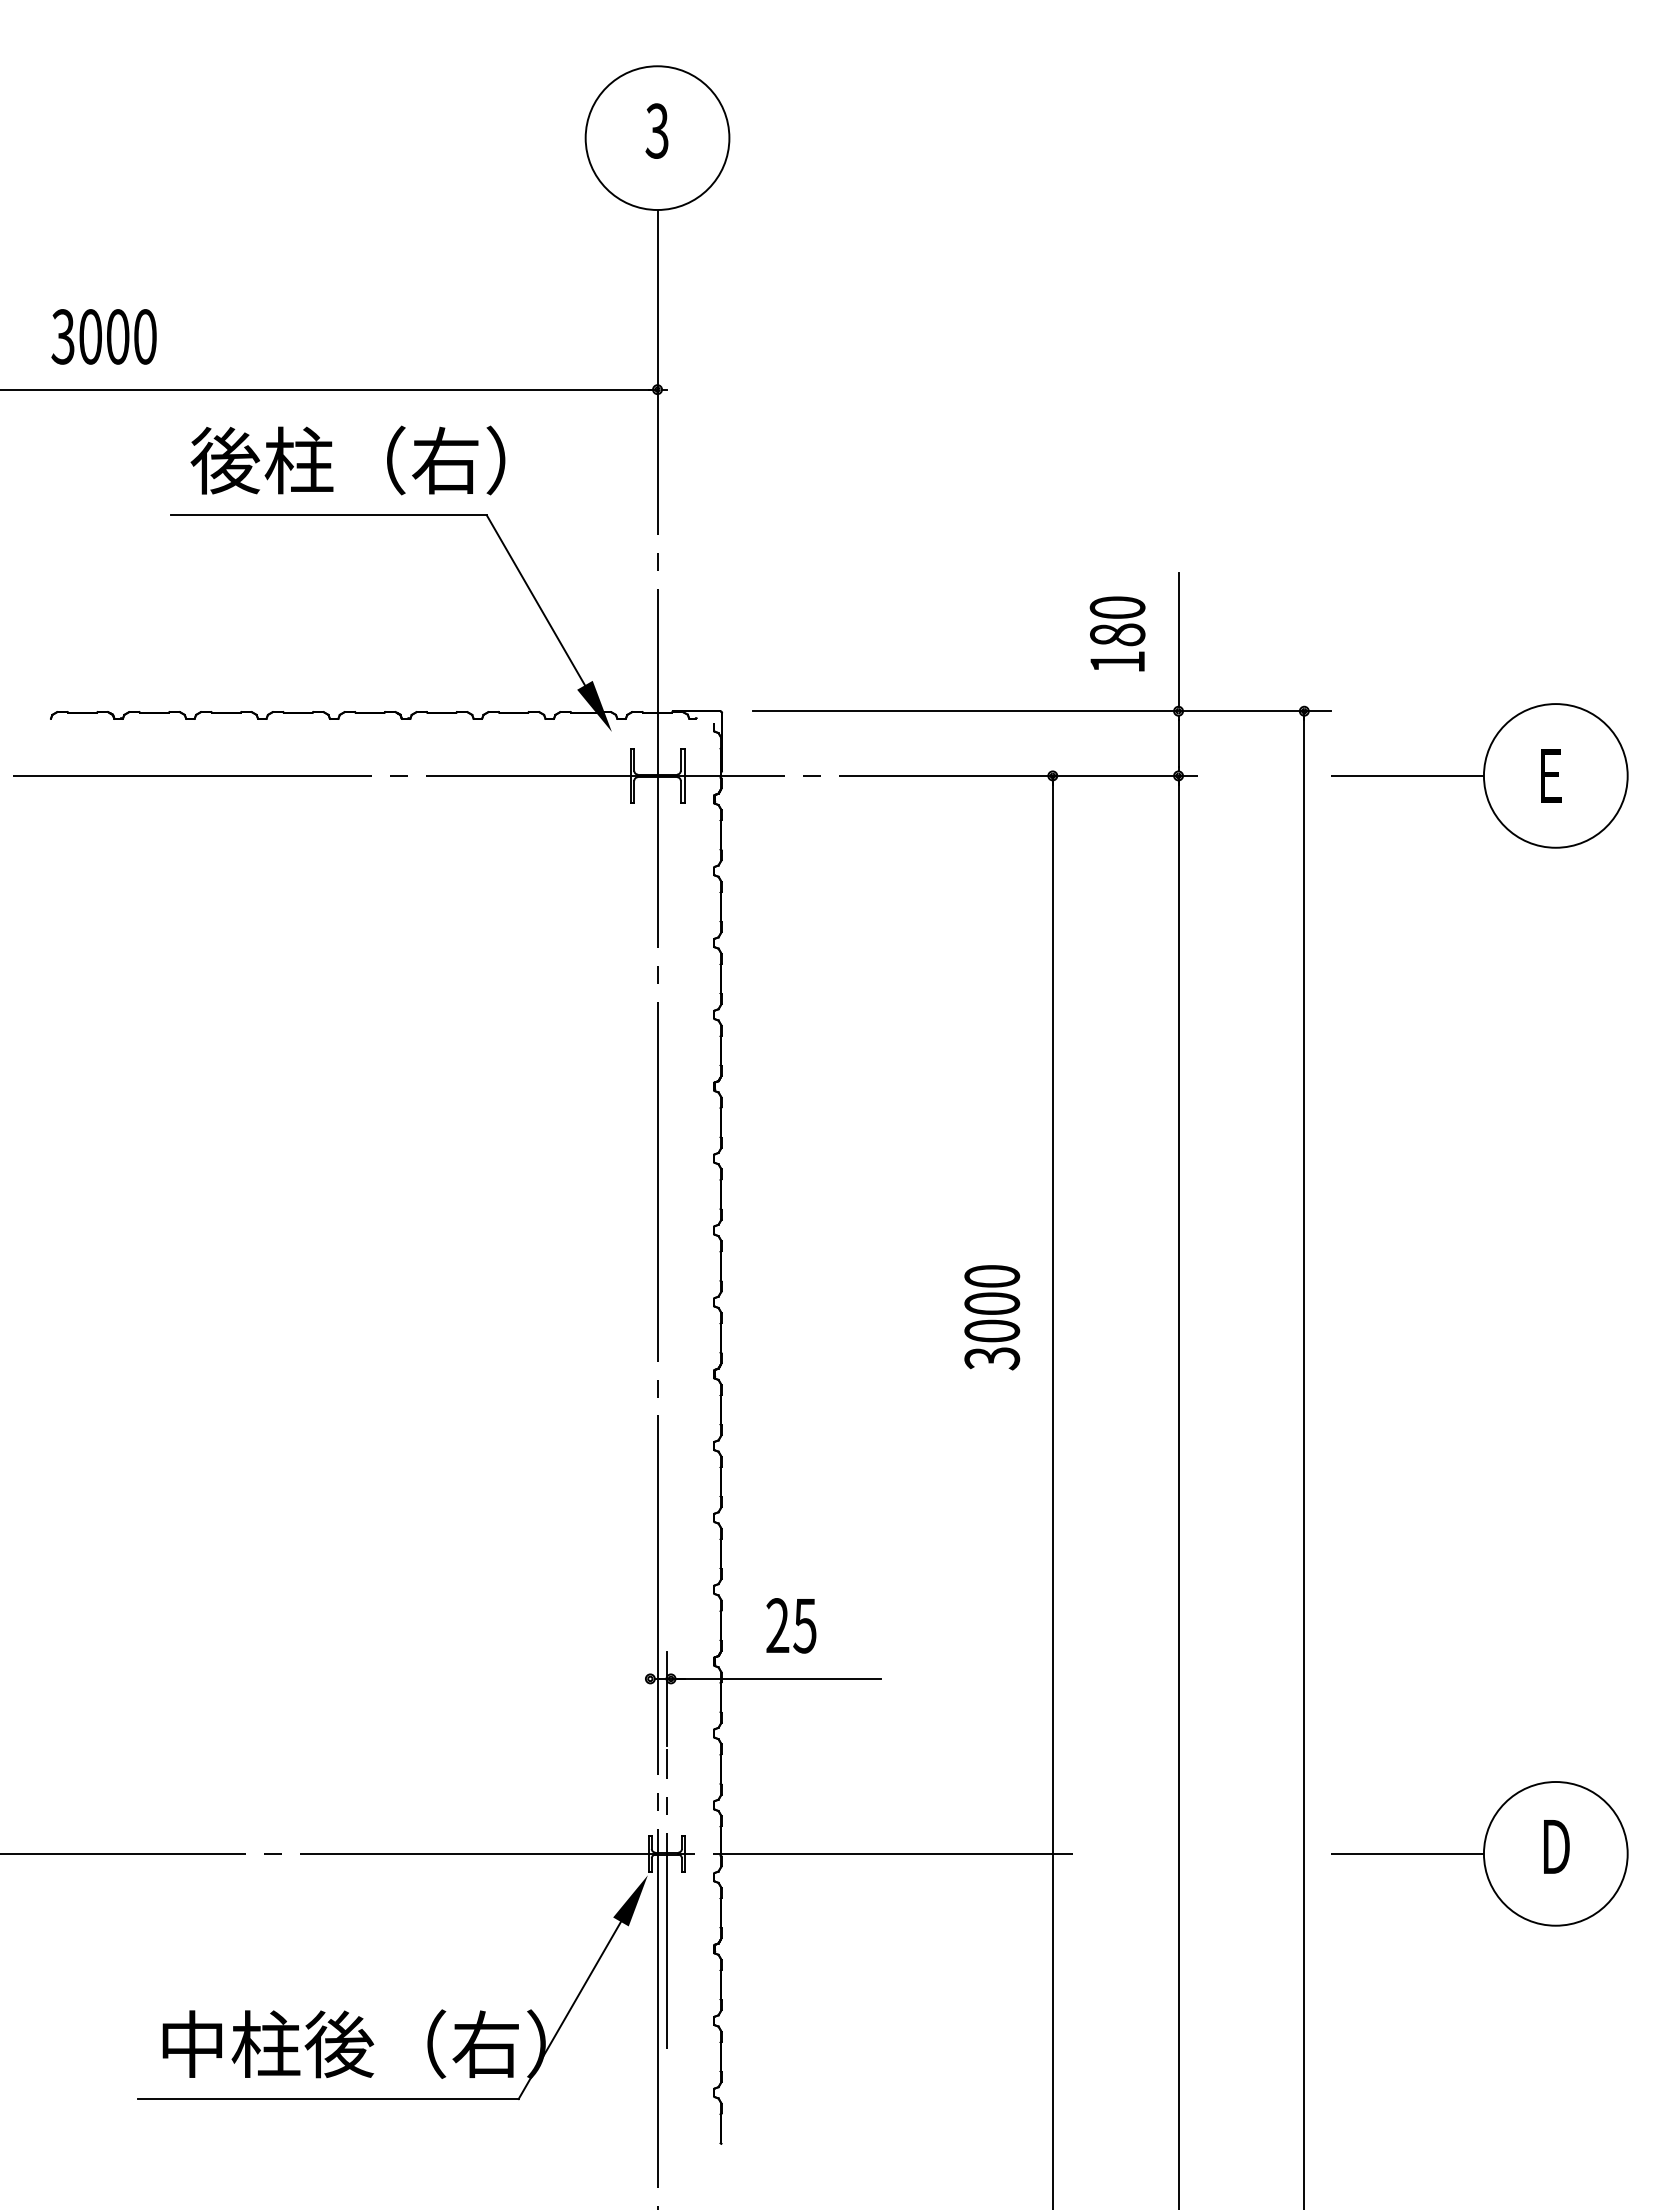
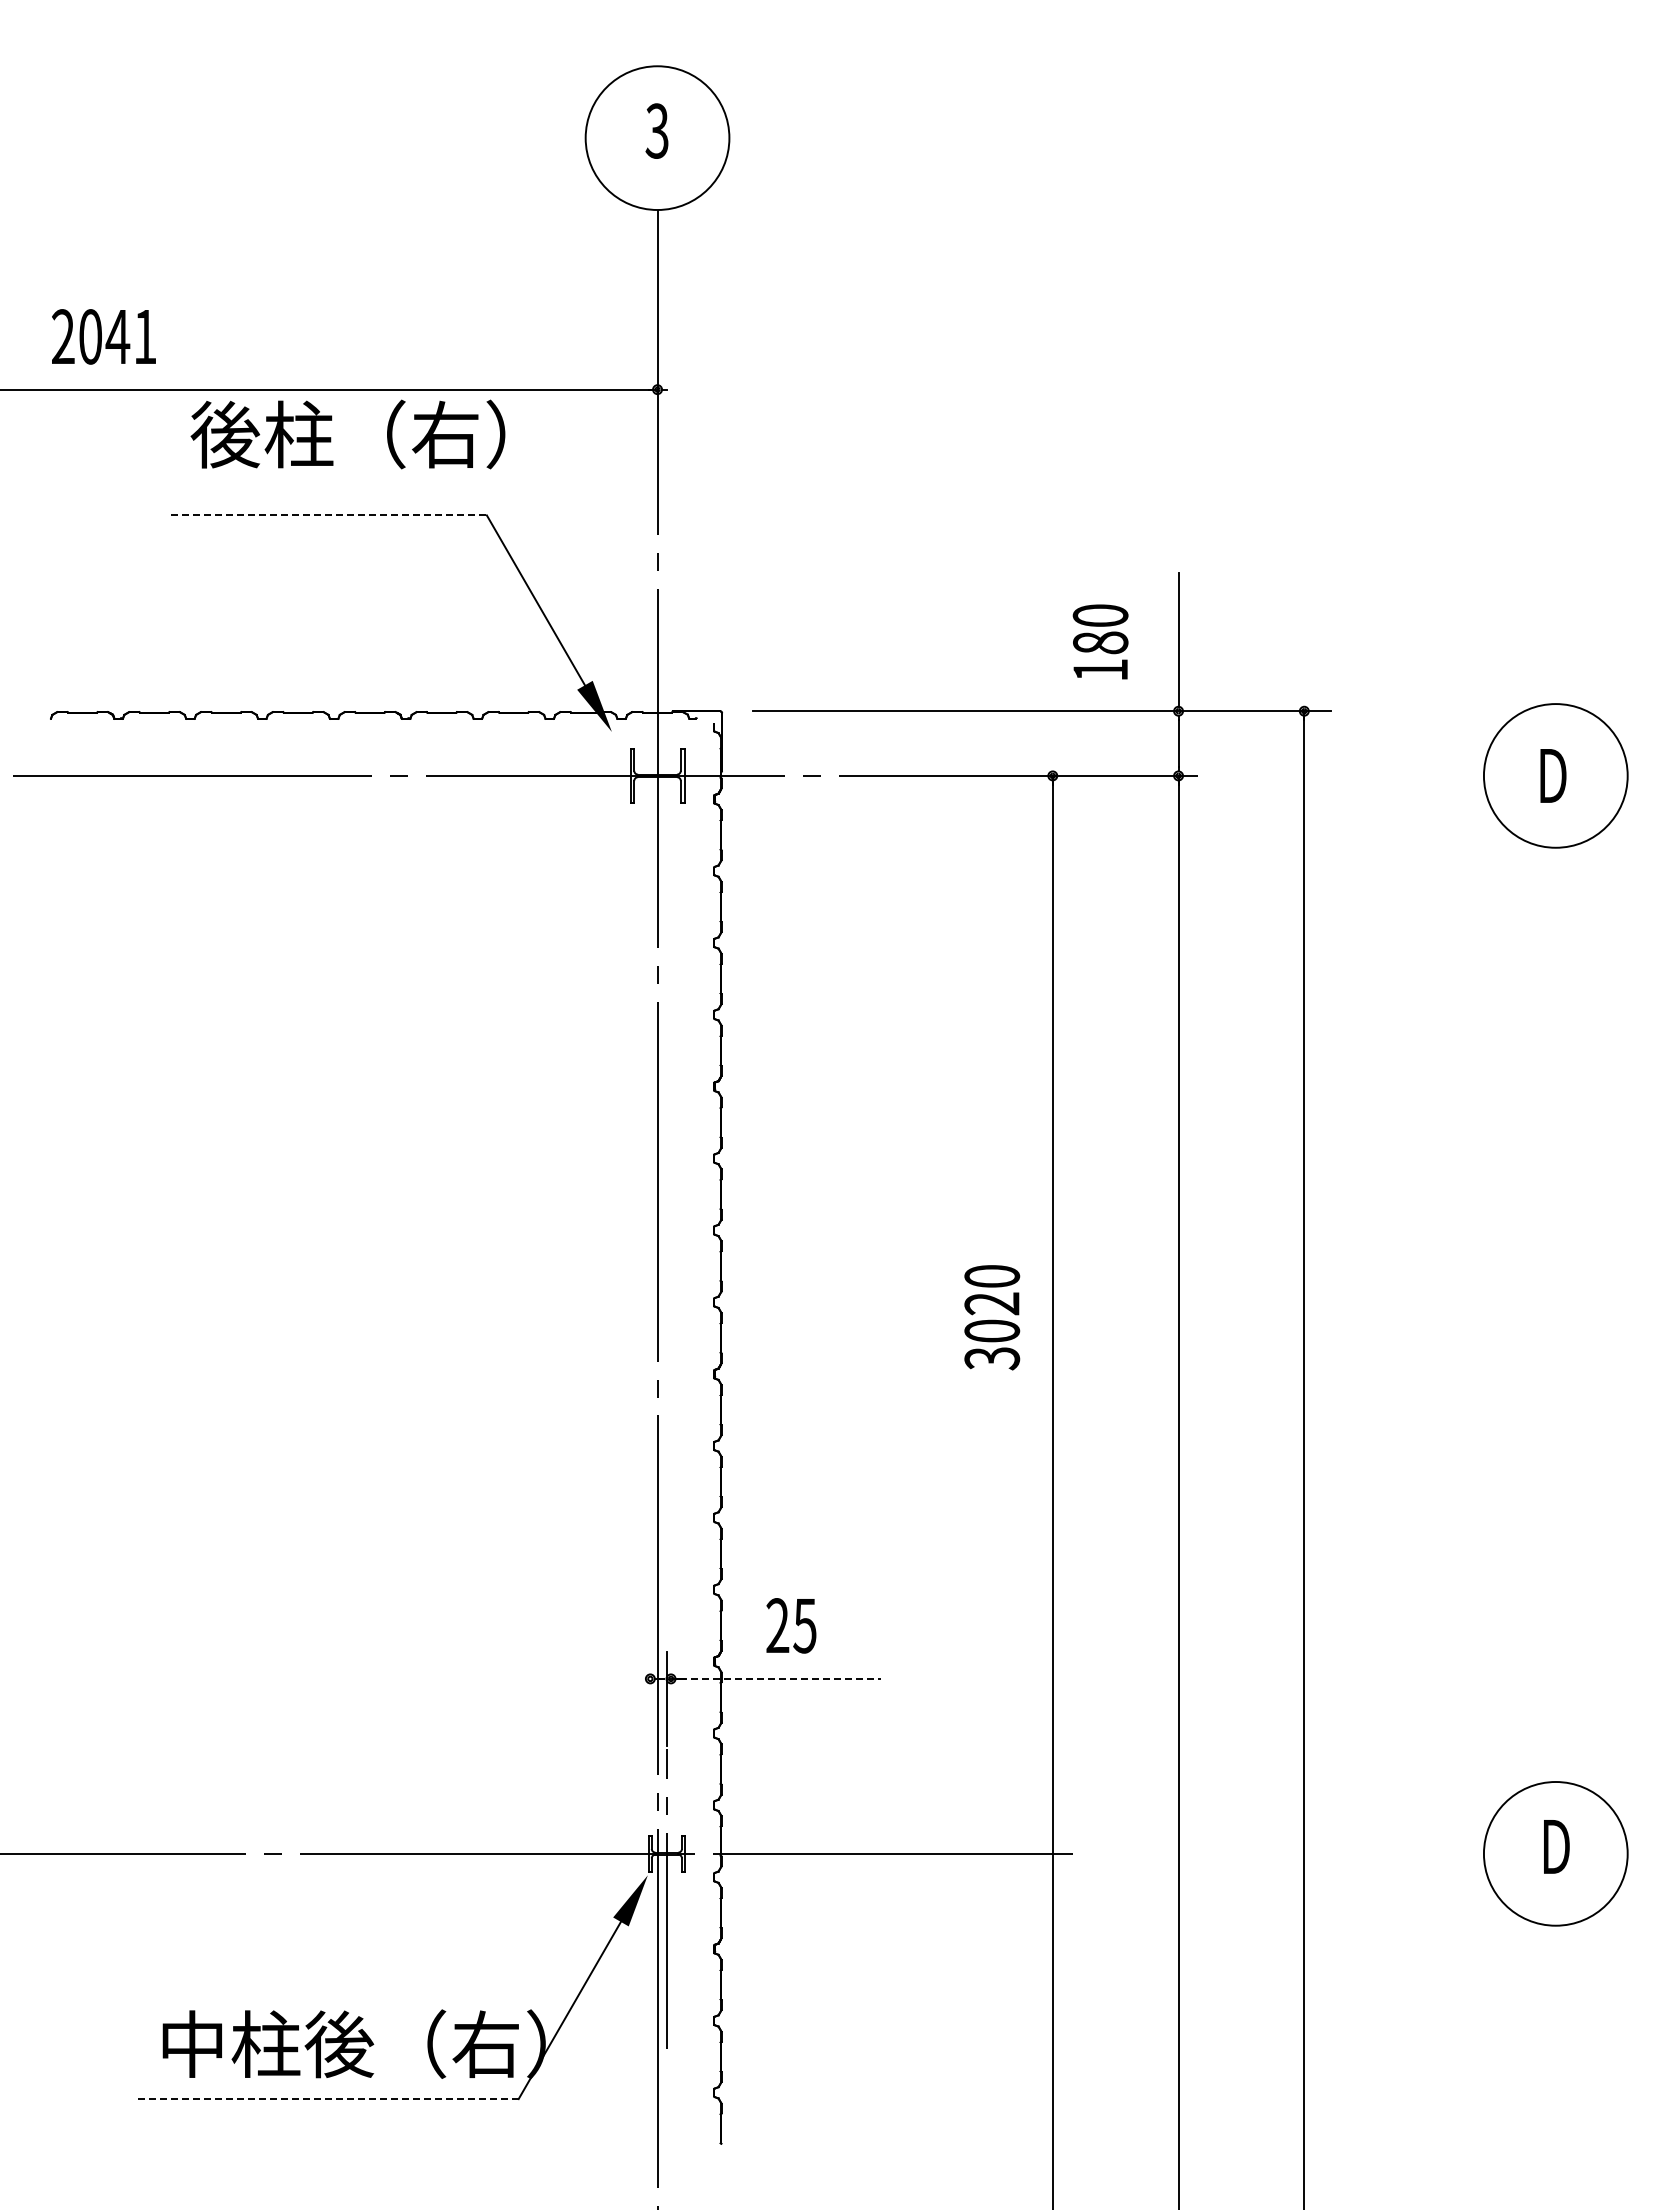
text at (103, 336): 3000 -> 2041
text at (347, 460) position: (347, 460) -> (347, 434)
line at (329, 515): solid -> dashed
text at (1117, 633) position: (1117, 633) -> (1100, 641)
line at (1407, 775): present -> none
text at (1553, 775): E -> D
text at (992, 1303): 3000 -> 3020
line at (769, 1678): solid -> dashed
line at (1407, 1853): present -> none
line at (328, 2099): solid -> dashed
